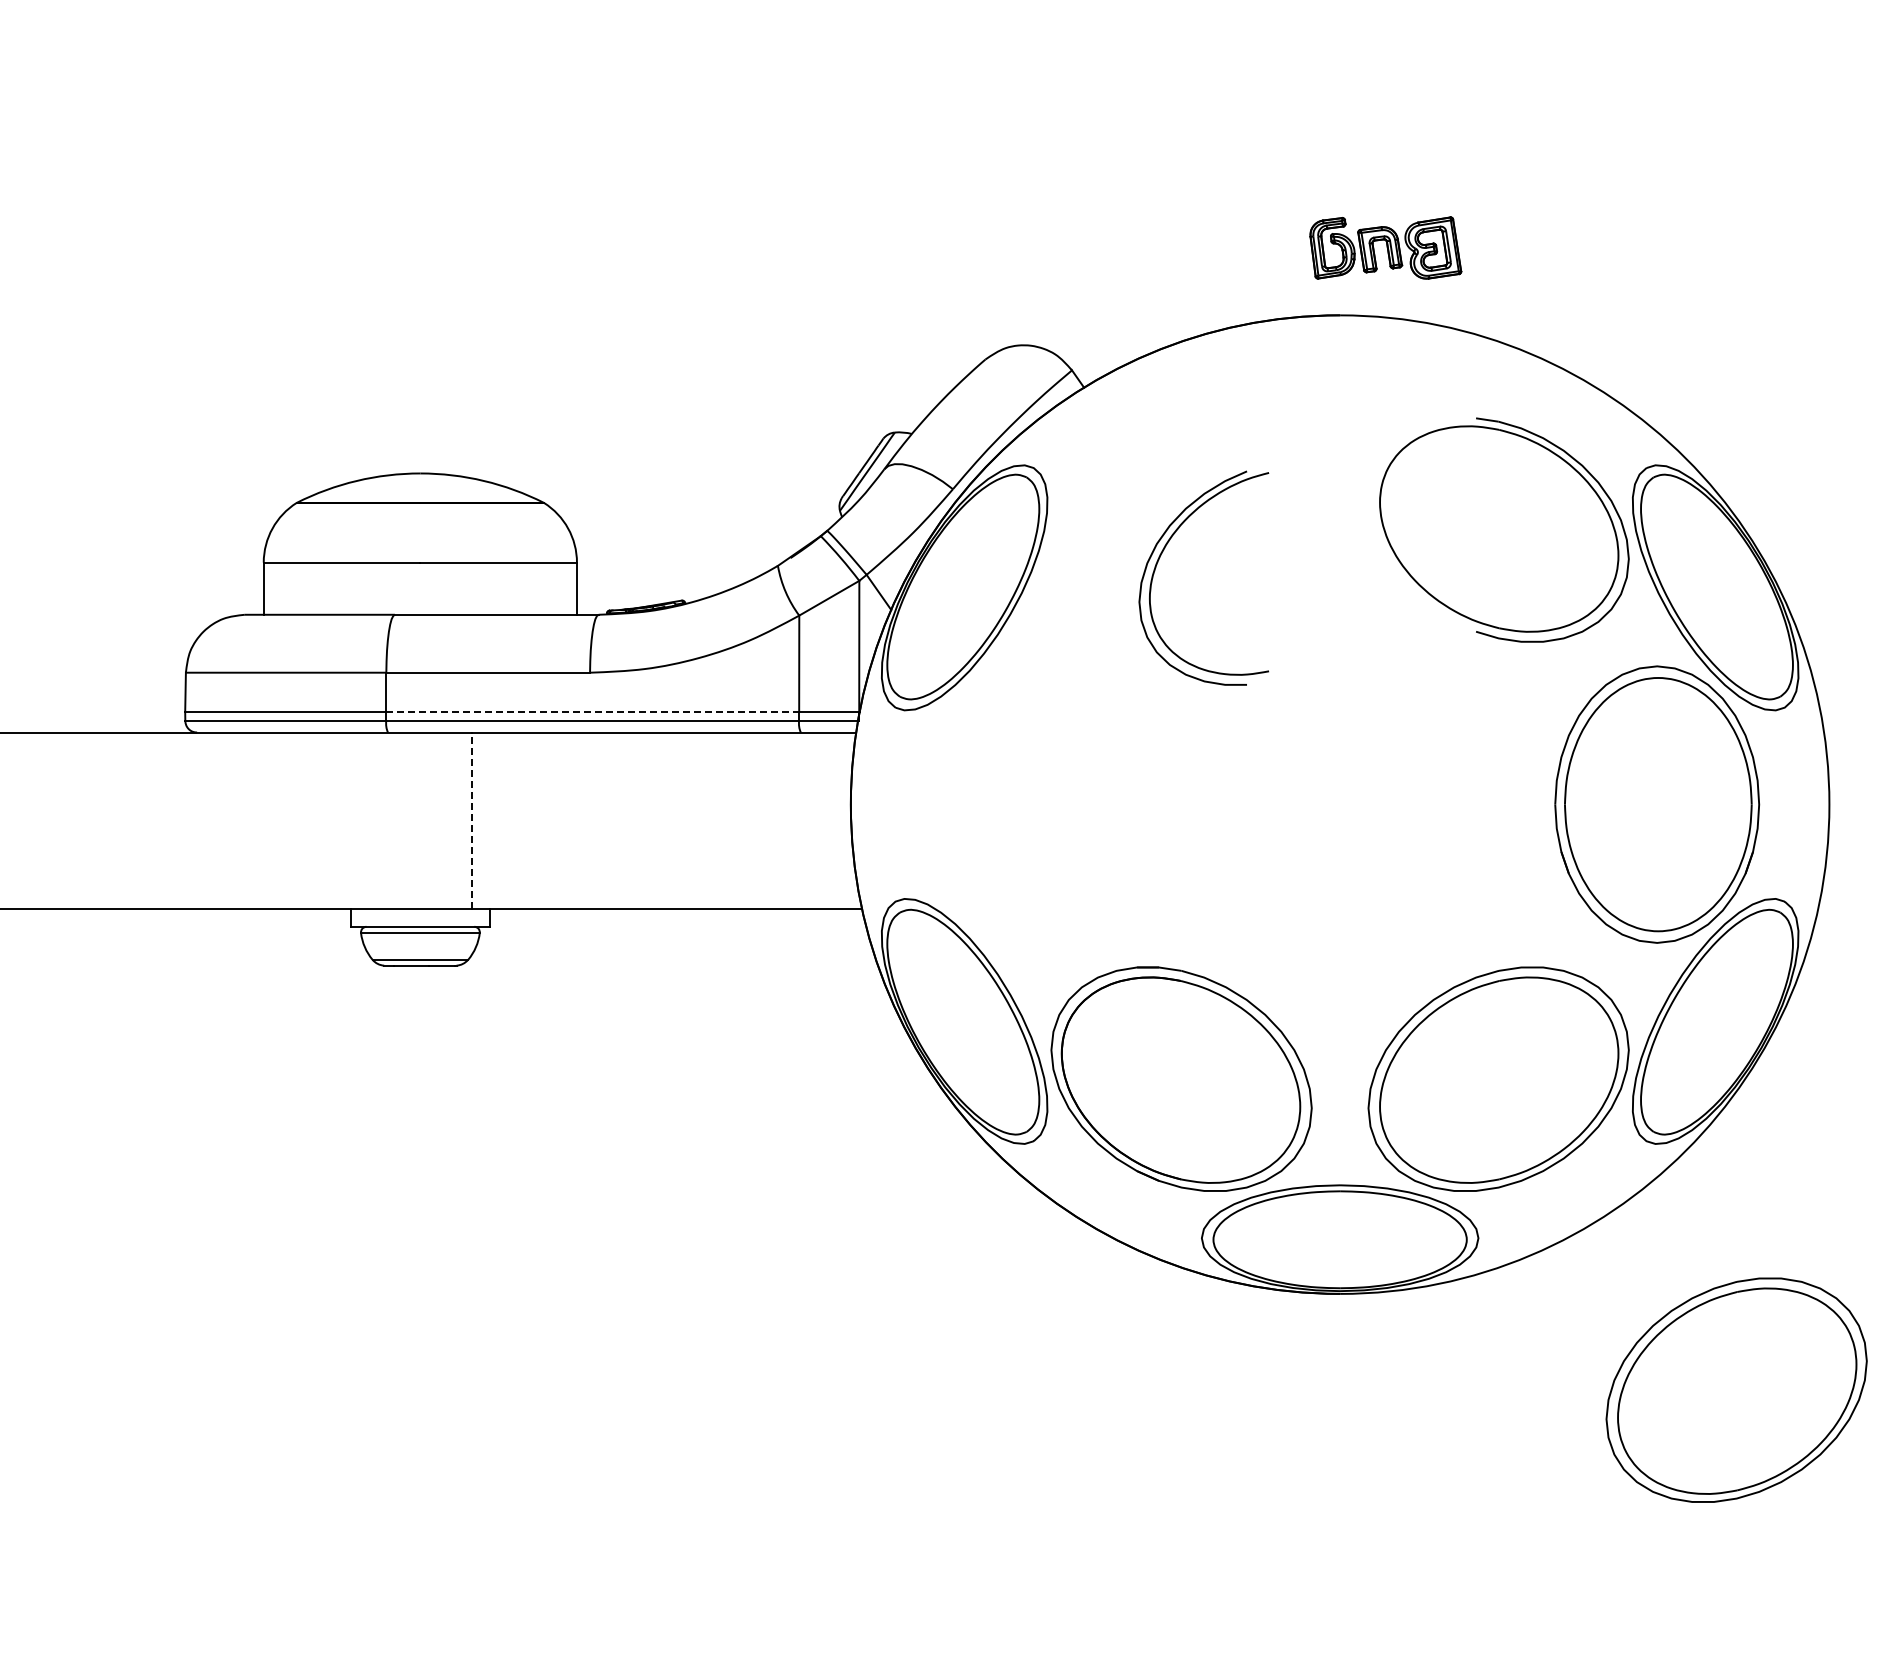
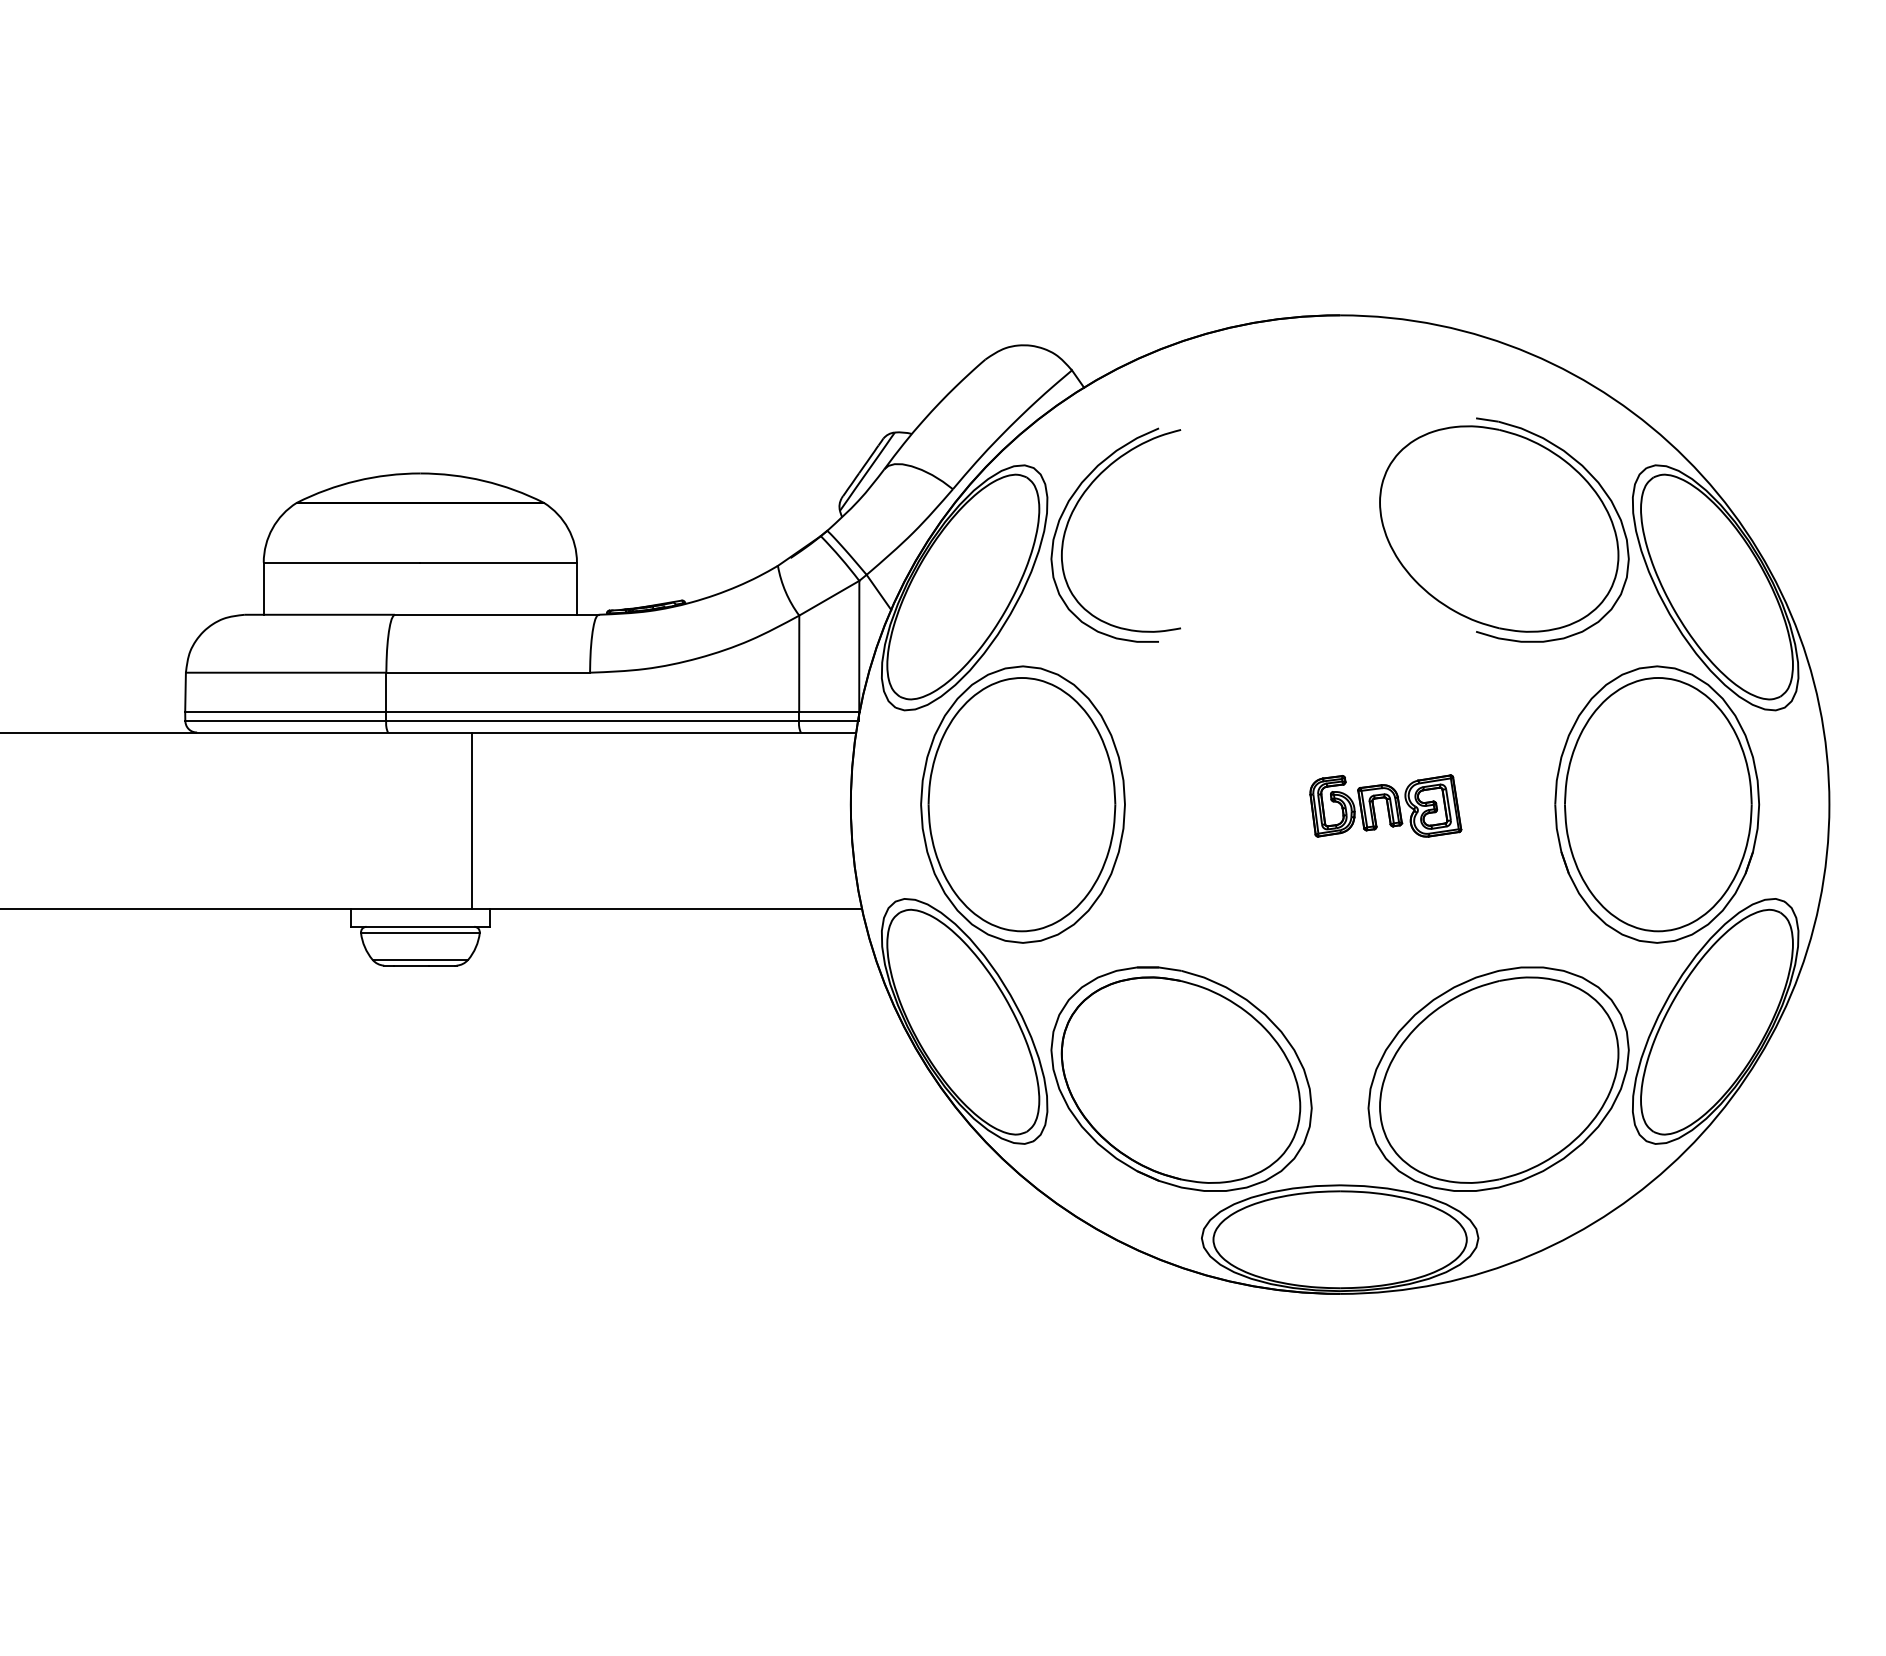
part at (1385, 247) position: (1385, 247) -> (1385, 805)
part at (1159, 560) position: (1159, 560) -> (1071, 517)
line at (593, 711): dashed -> solid
part at (1022, 804): none -> present
line at (471, 820): dashed -> solid
part at (1736, 1389): present -> none
